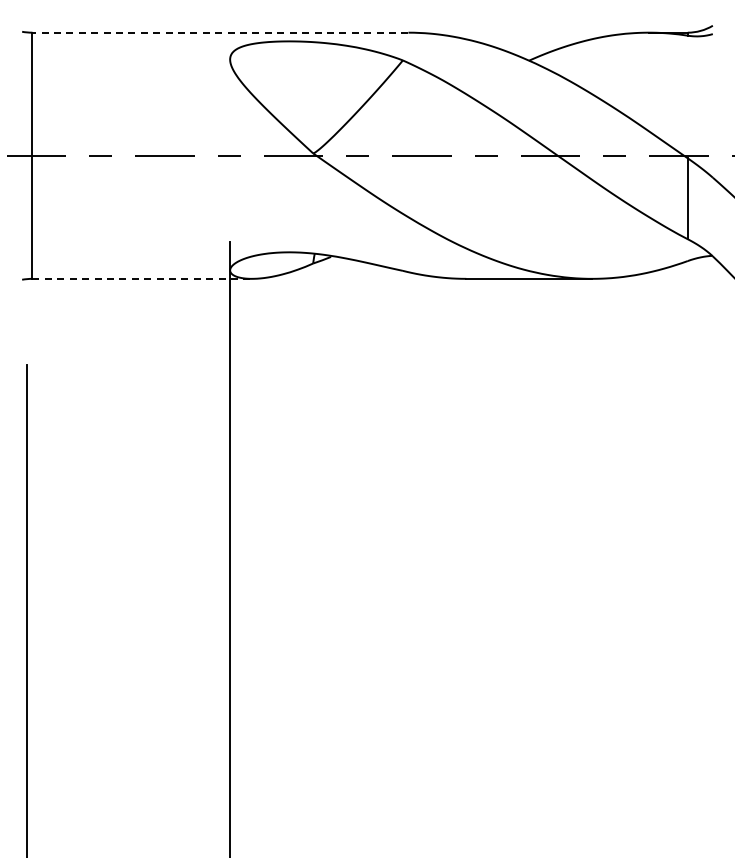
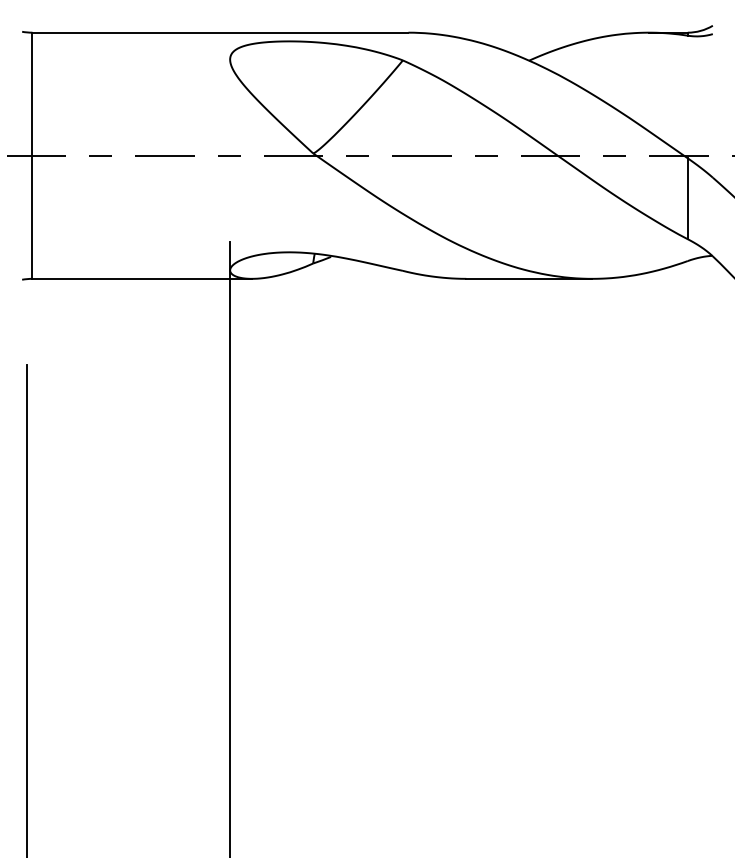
line at (220, 32): dashed -> solid
line at (142, 278): dashed -> solid
